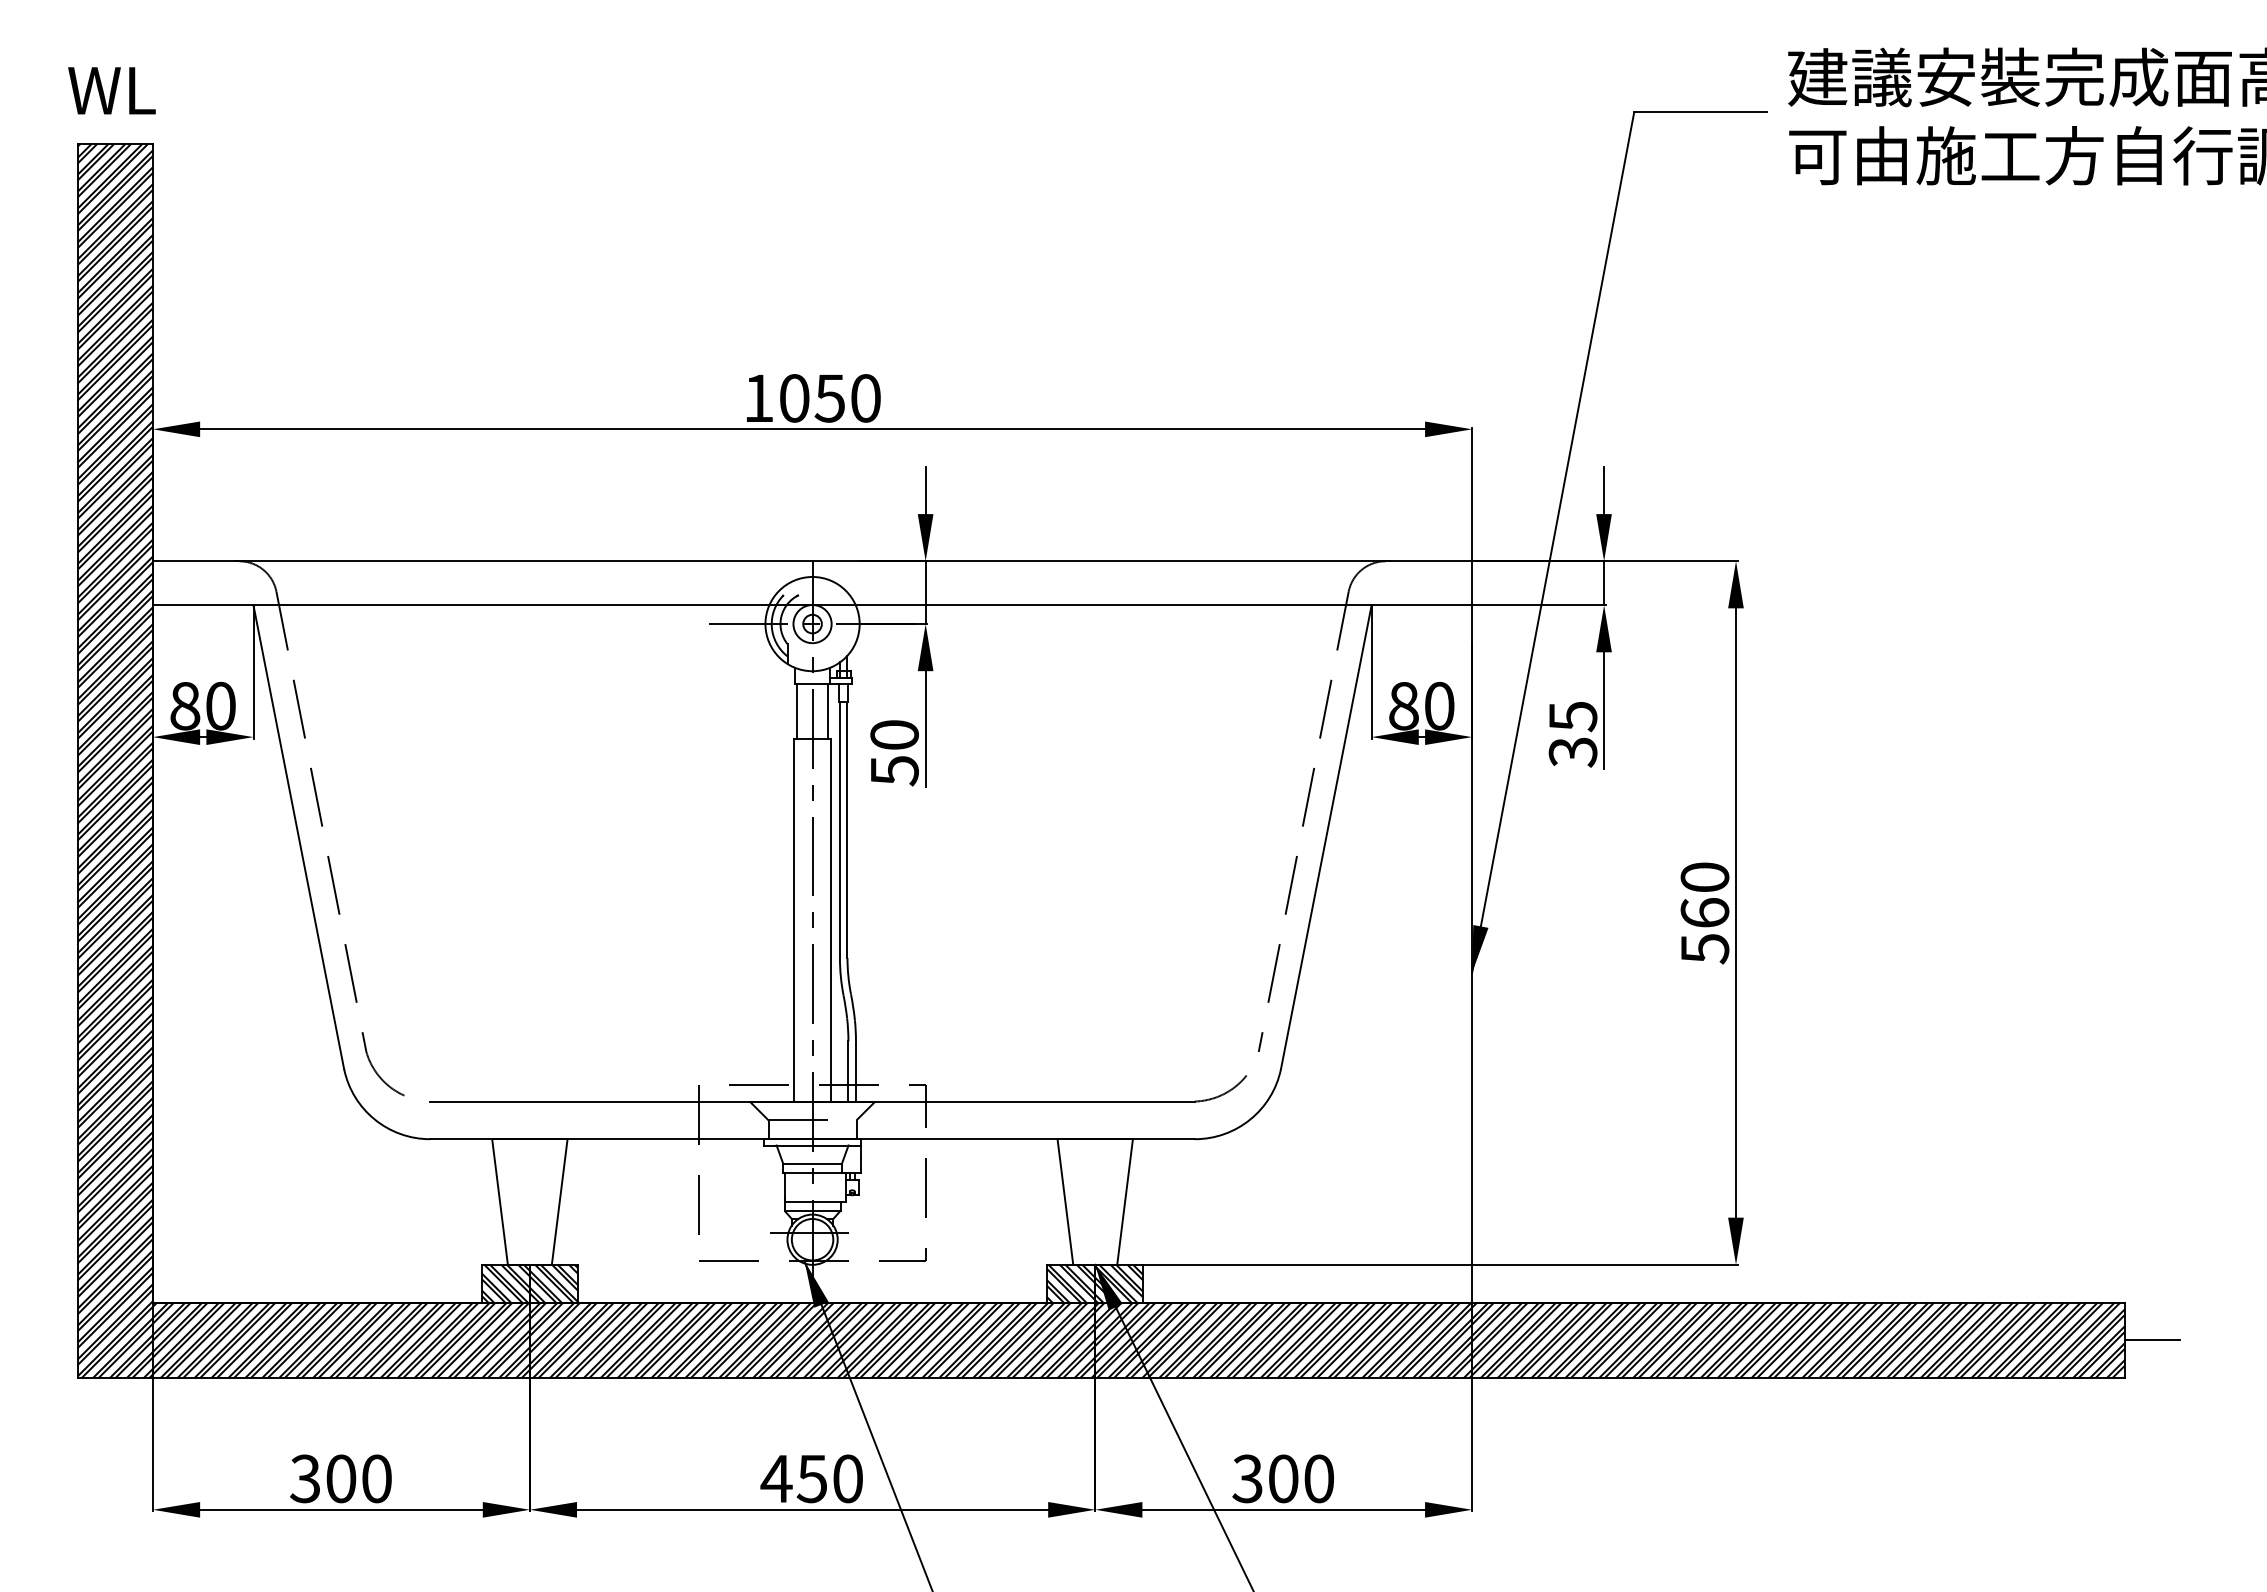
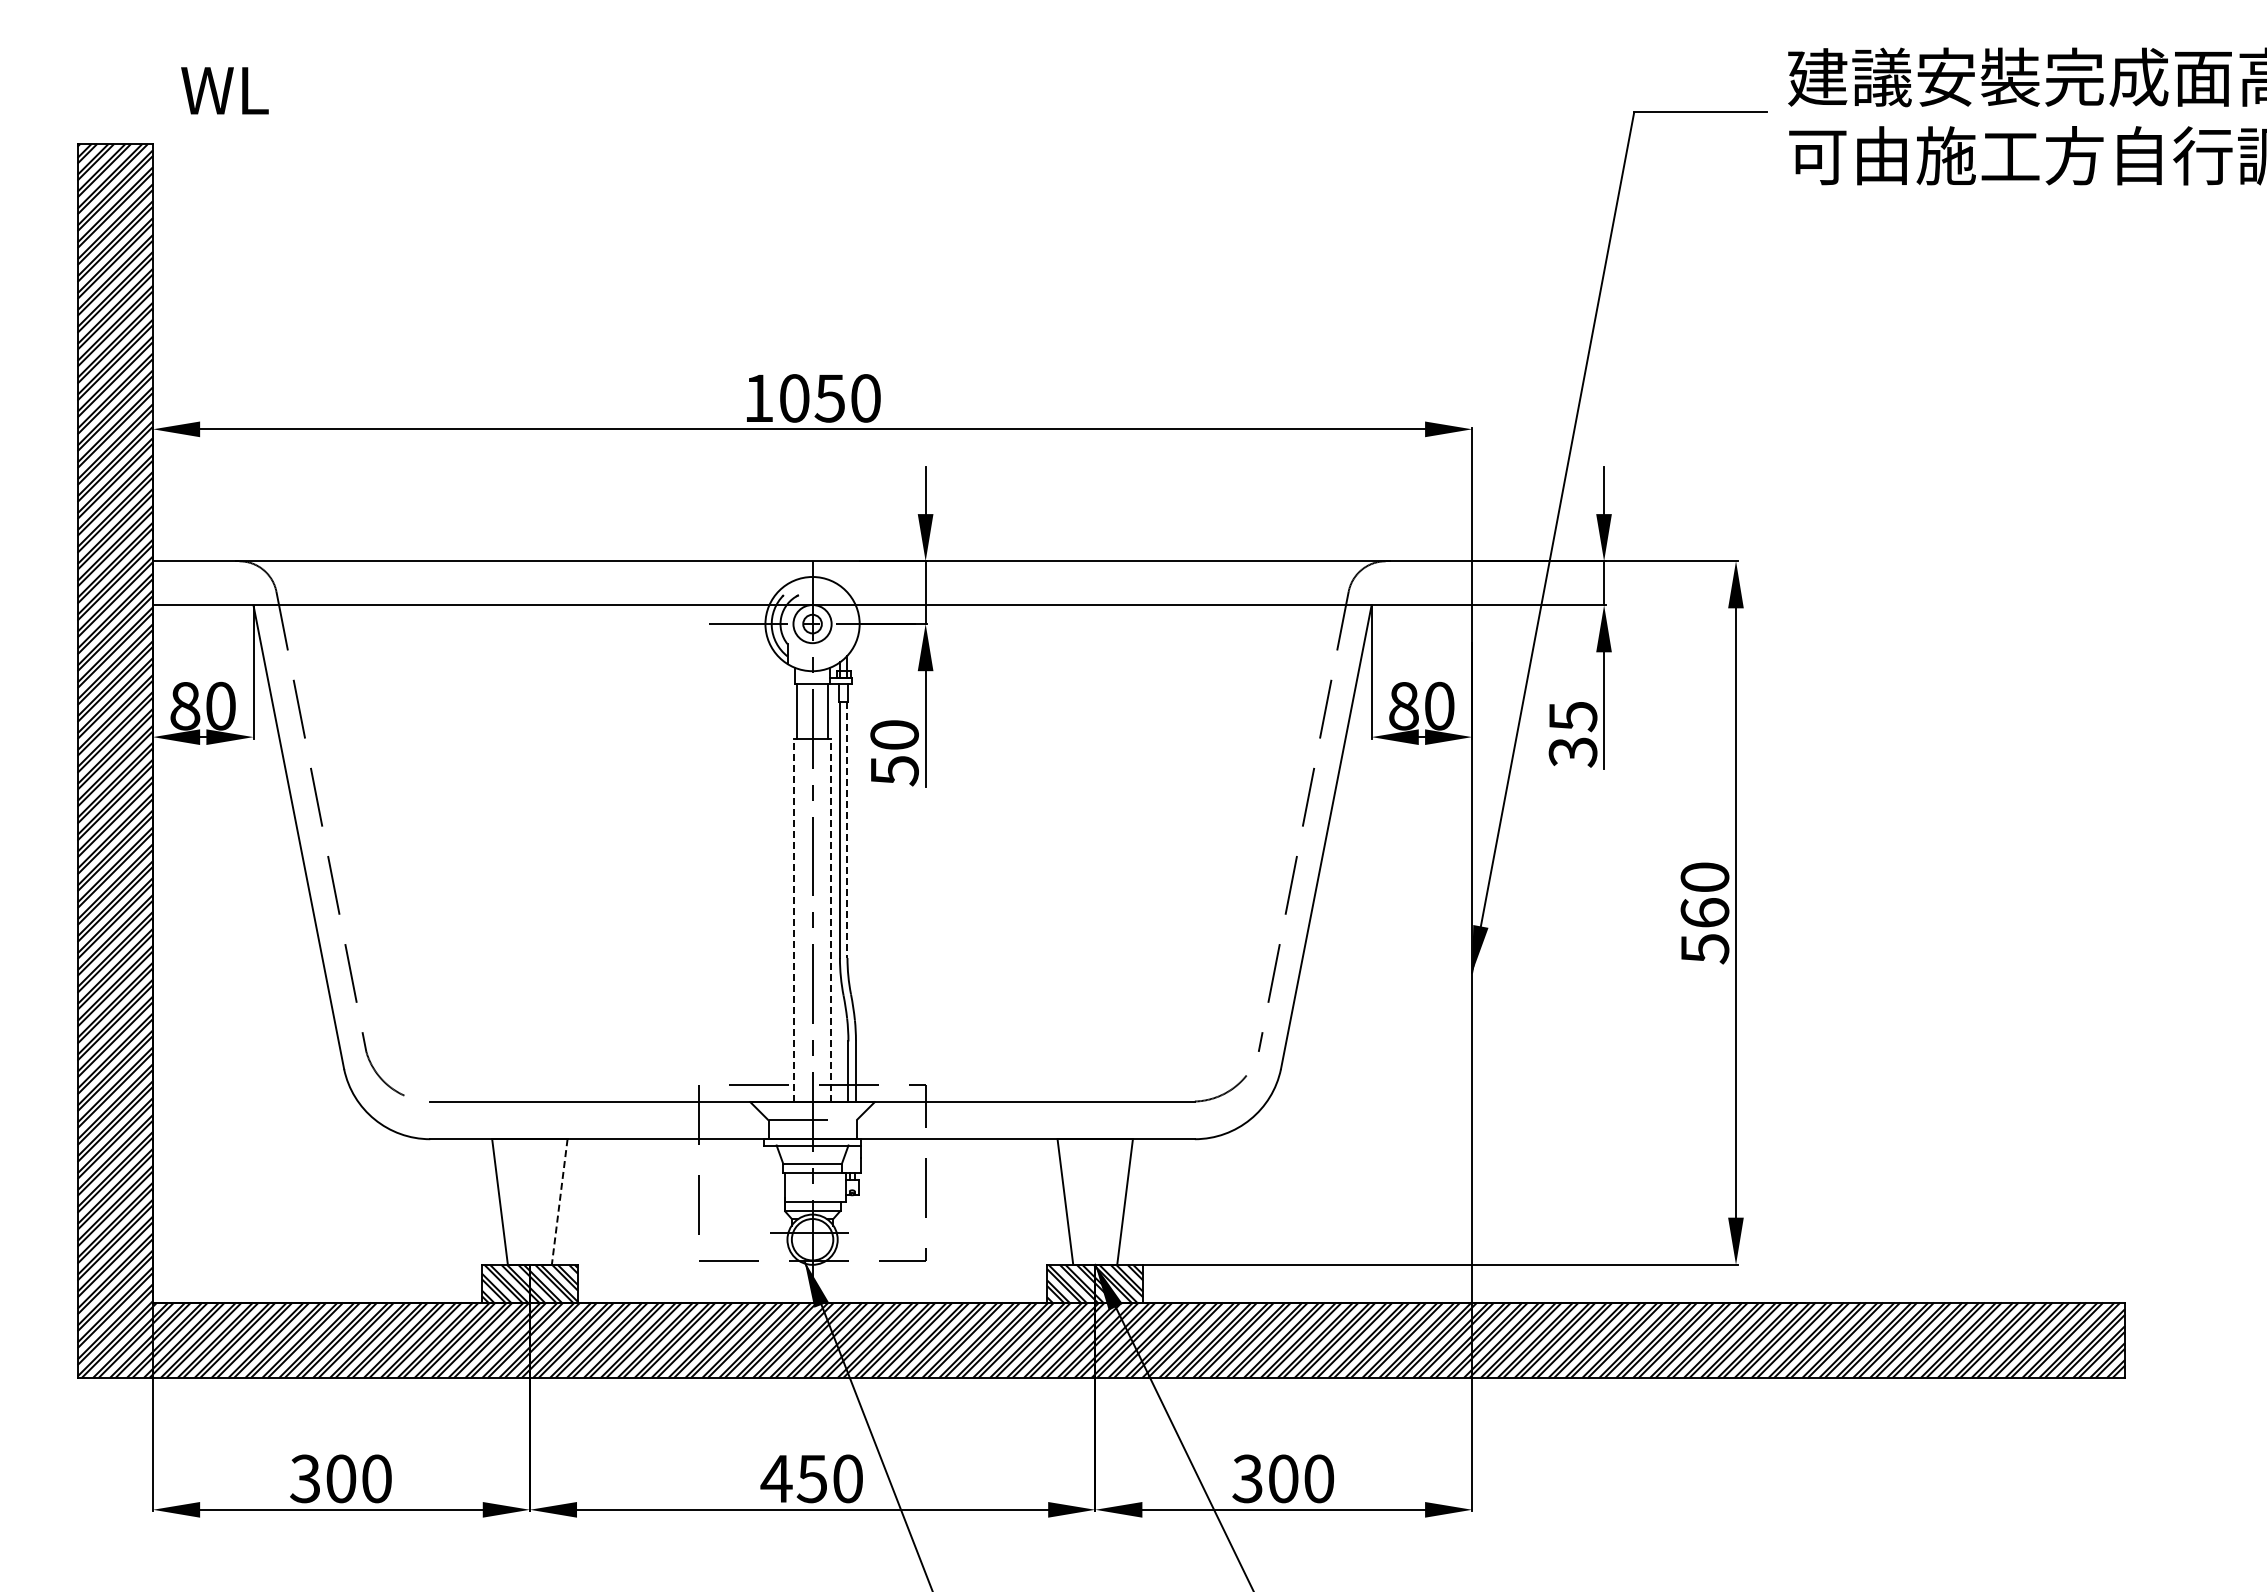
text at (111, 90) position: (111, 90) -> (224, 90)
line at (847, 830): solid -> dashed
line at (793, 919): solid -> dashed
line at (831, 919): solid -> dashed
line at (559, 1202): solid -> dashed
line at (2152, 1340): present -> none
